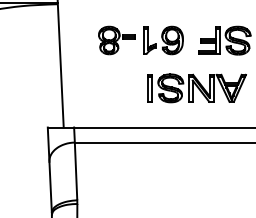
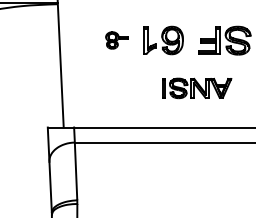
part at (116, 40) size: 38x31 px -> 24x19 px
part at (196, 88) size: 100x31 px -> 71x23 px
